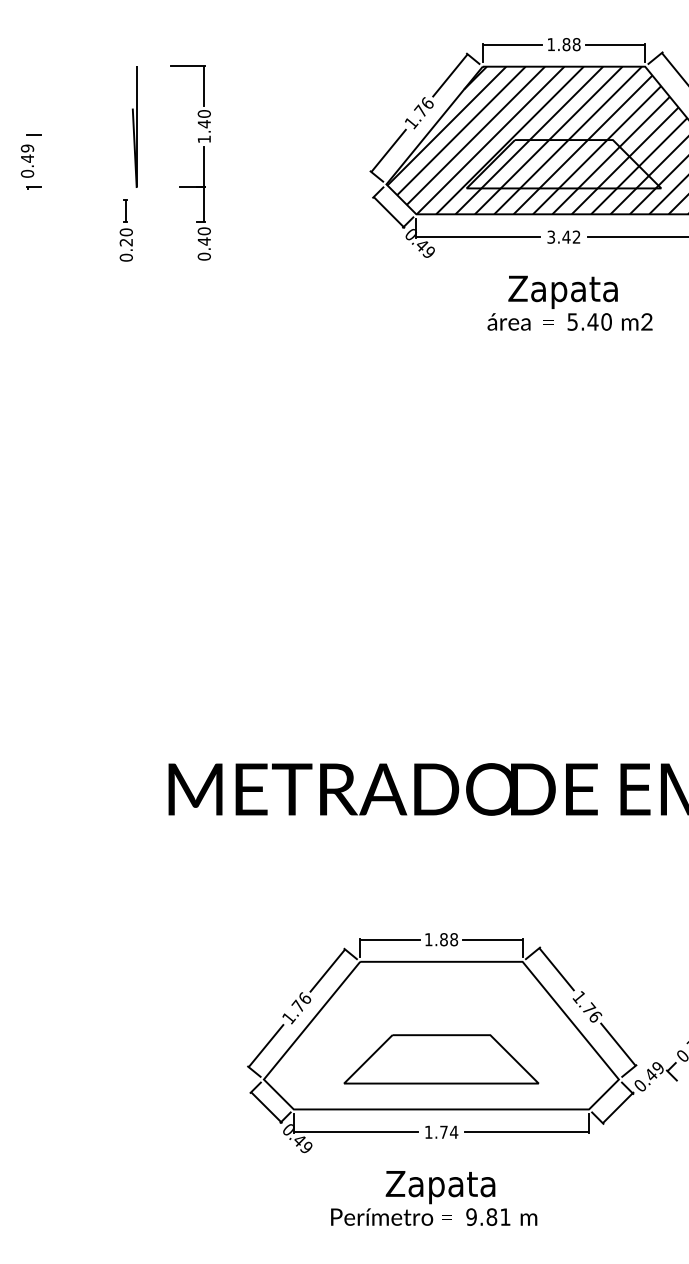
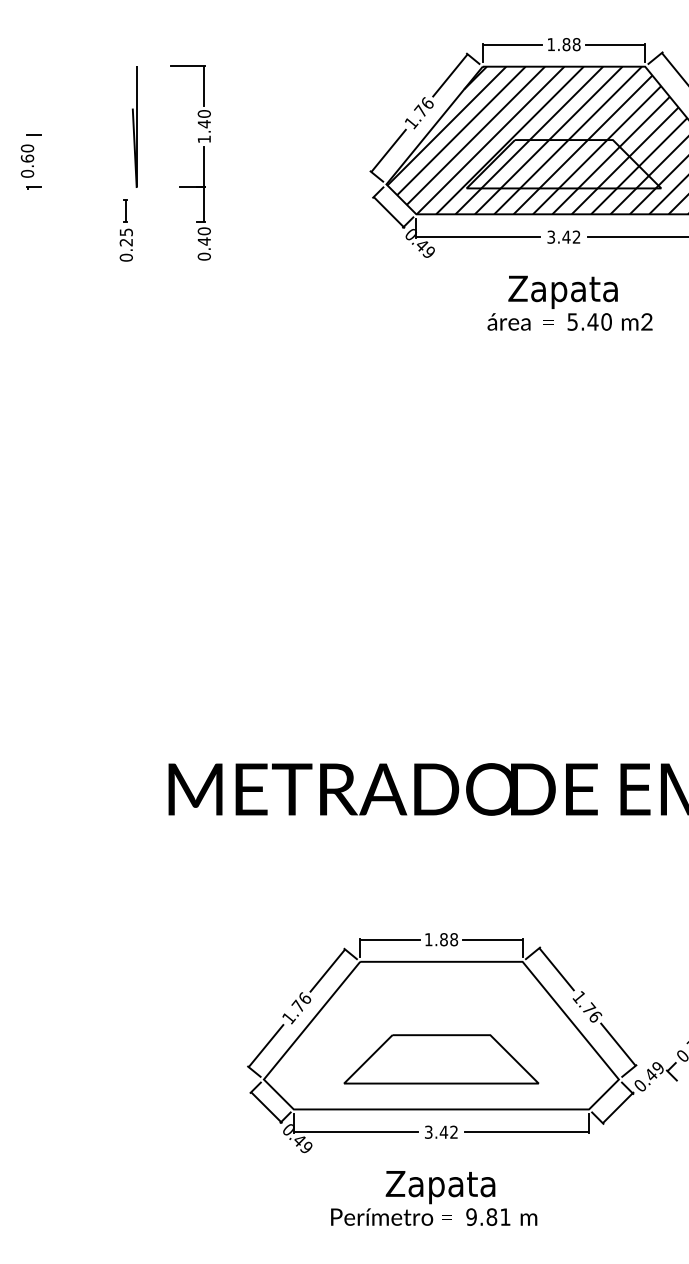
text at (27, 153): 0.49 -> 0.60
text at (125, 232): 0.20 -> 0.25
text at (441, 1131): 1.74 -> 3.42
